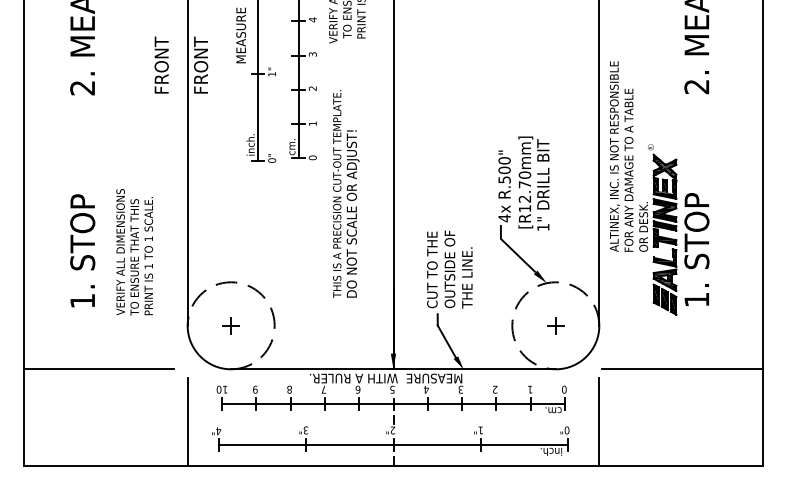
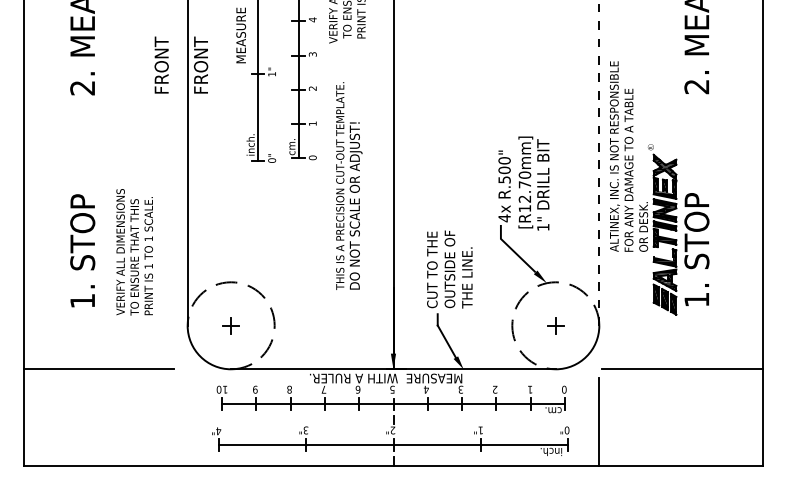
line at (599, 163): solid -> dashed
text at (346, 193) position: (346, 193) -> (349, 185)
line at (187, 421): present -> none
